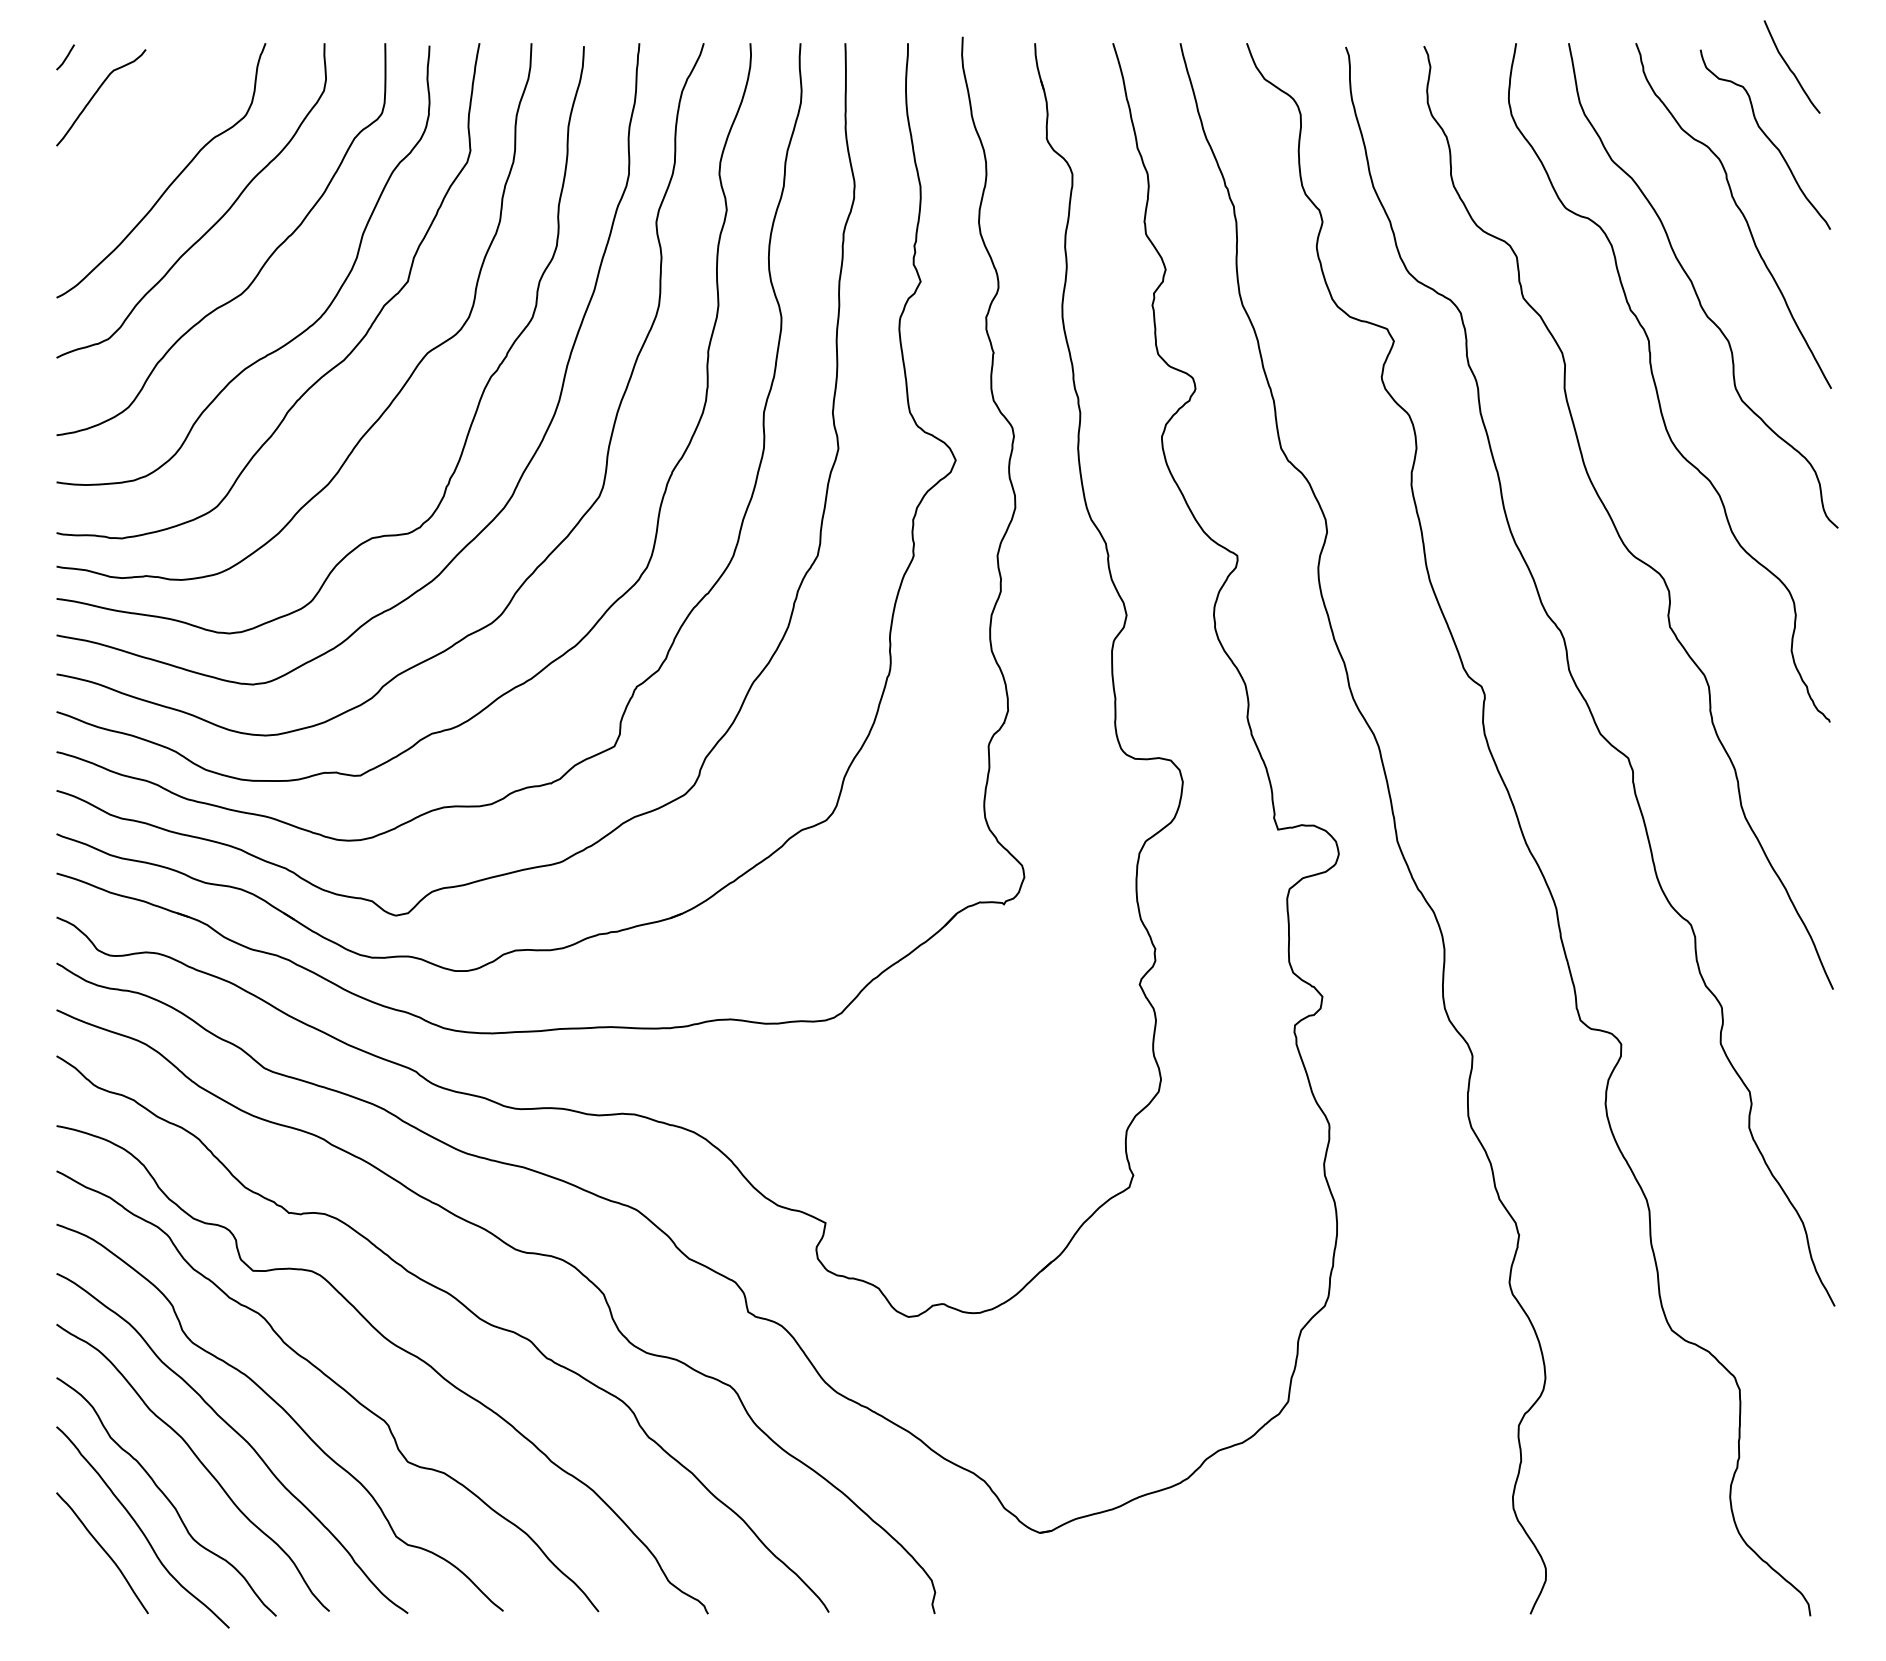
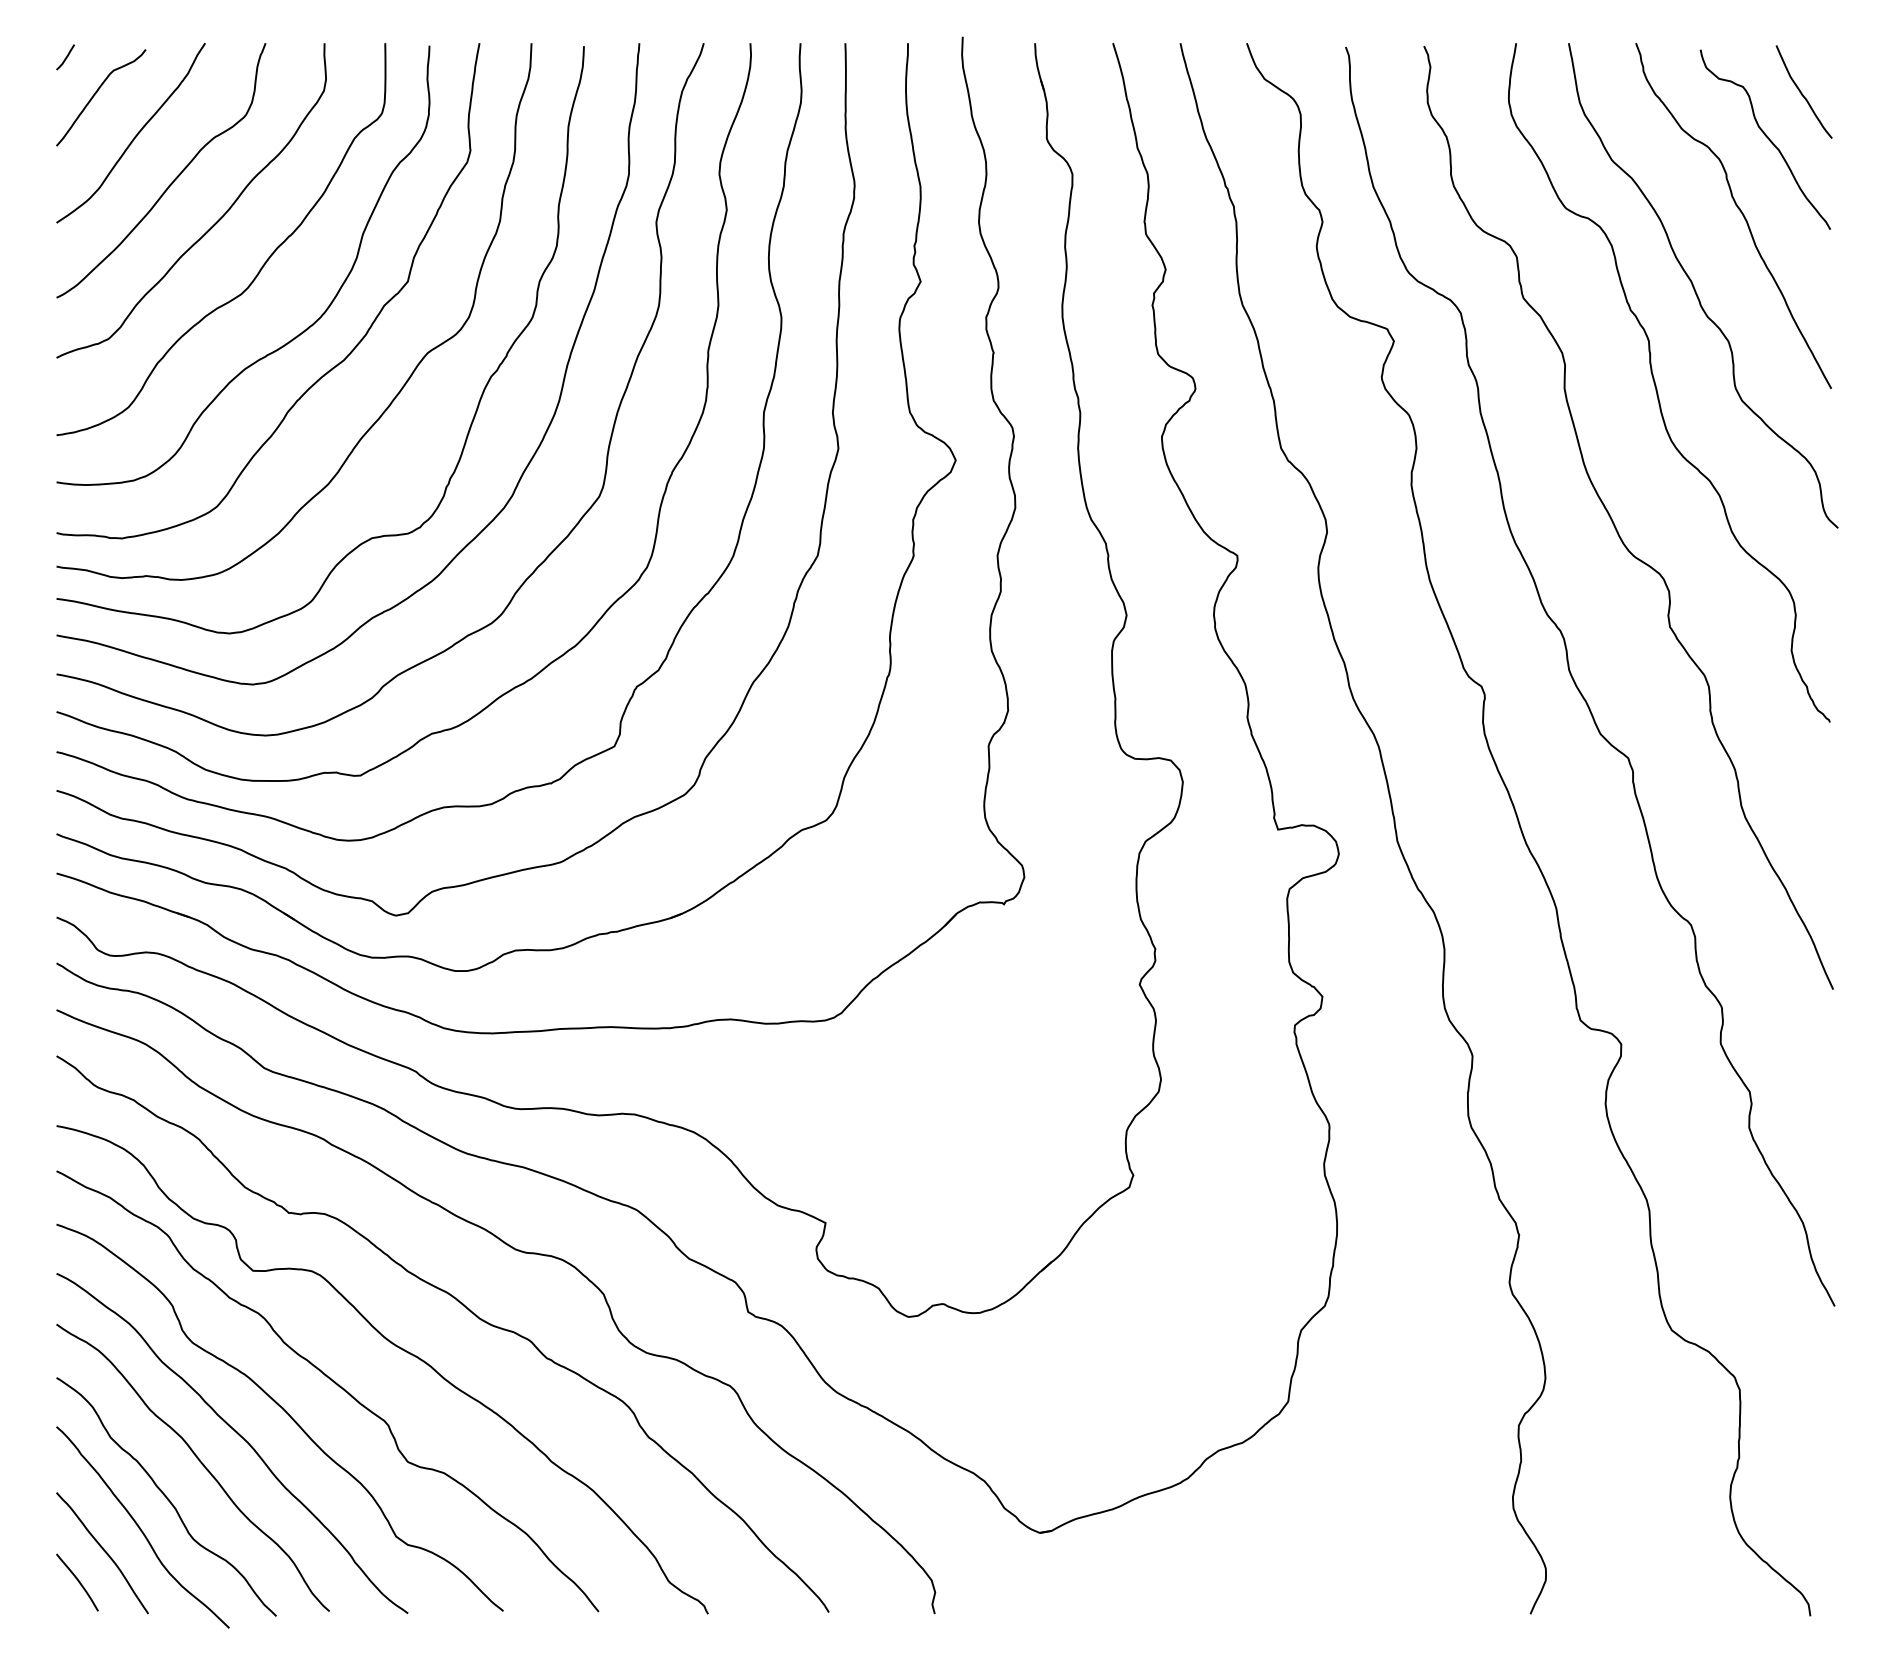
curve at (1789, 66) position: (1789, 66) -> (1801, 91)
curve at (134, 136): none -> present
curve at (77, 1581): none -> present
